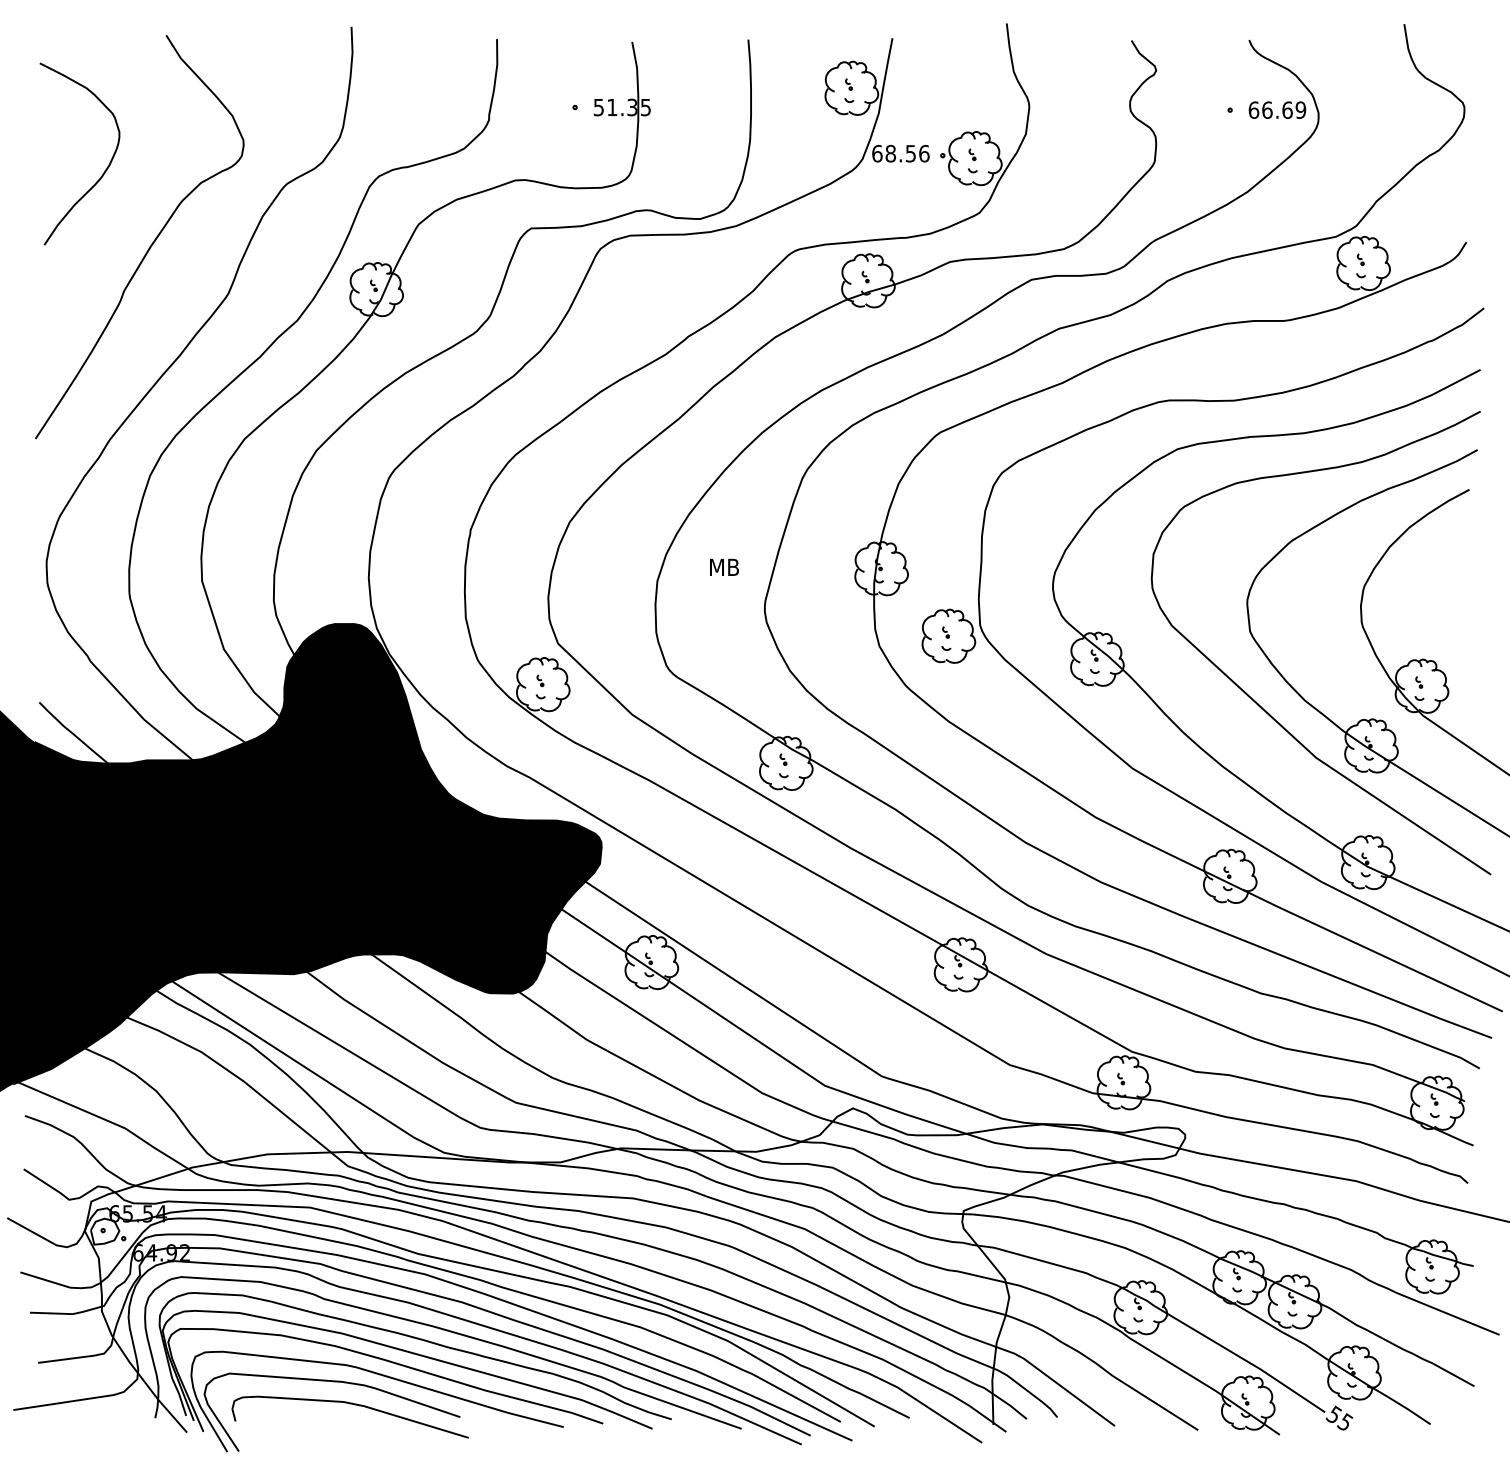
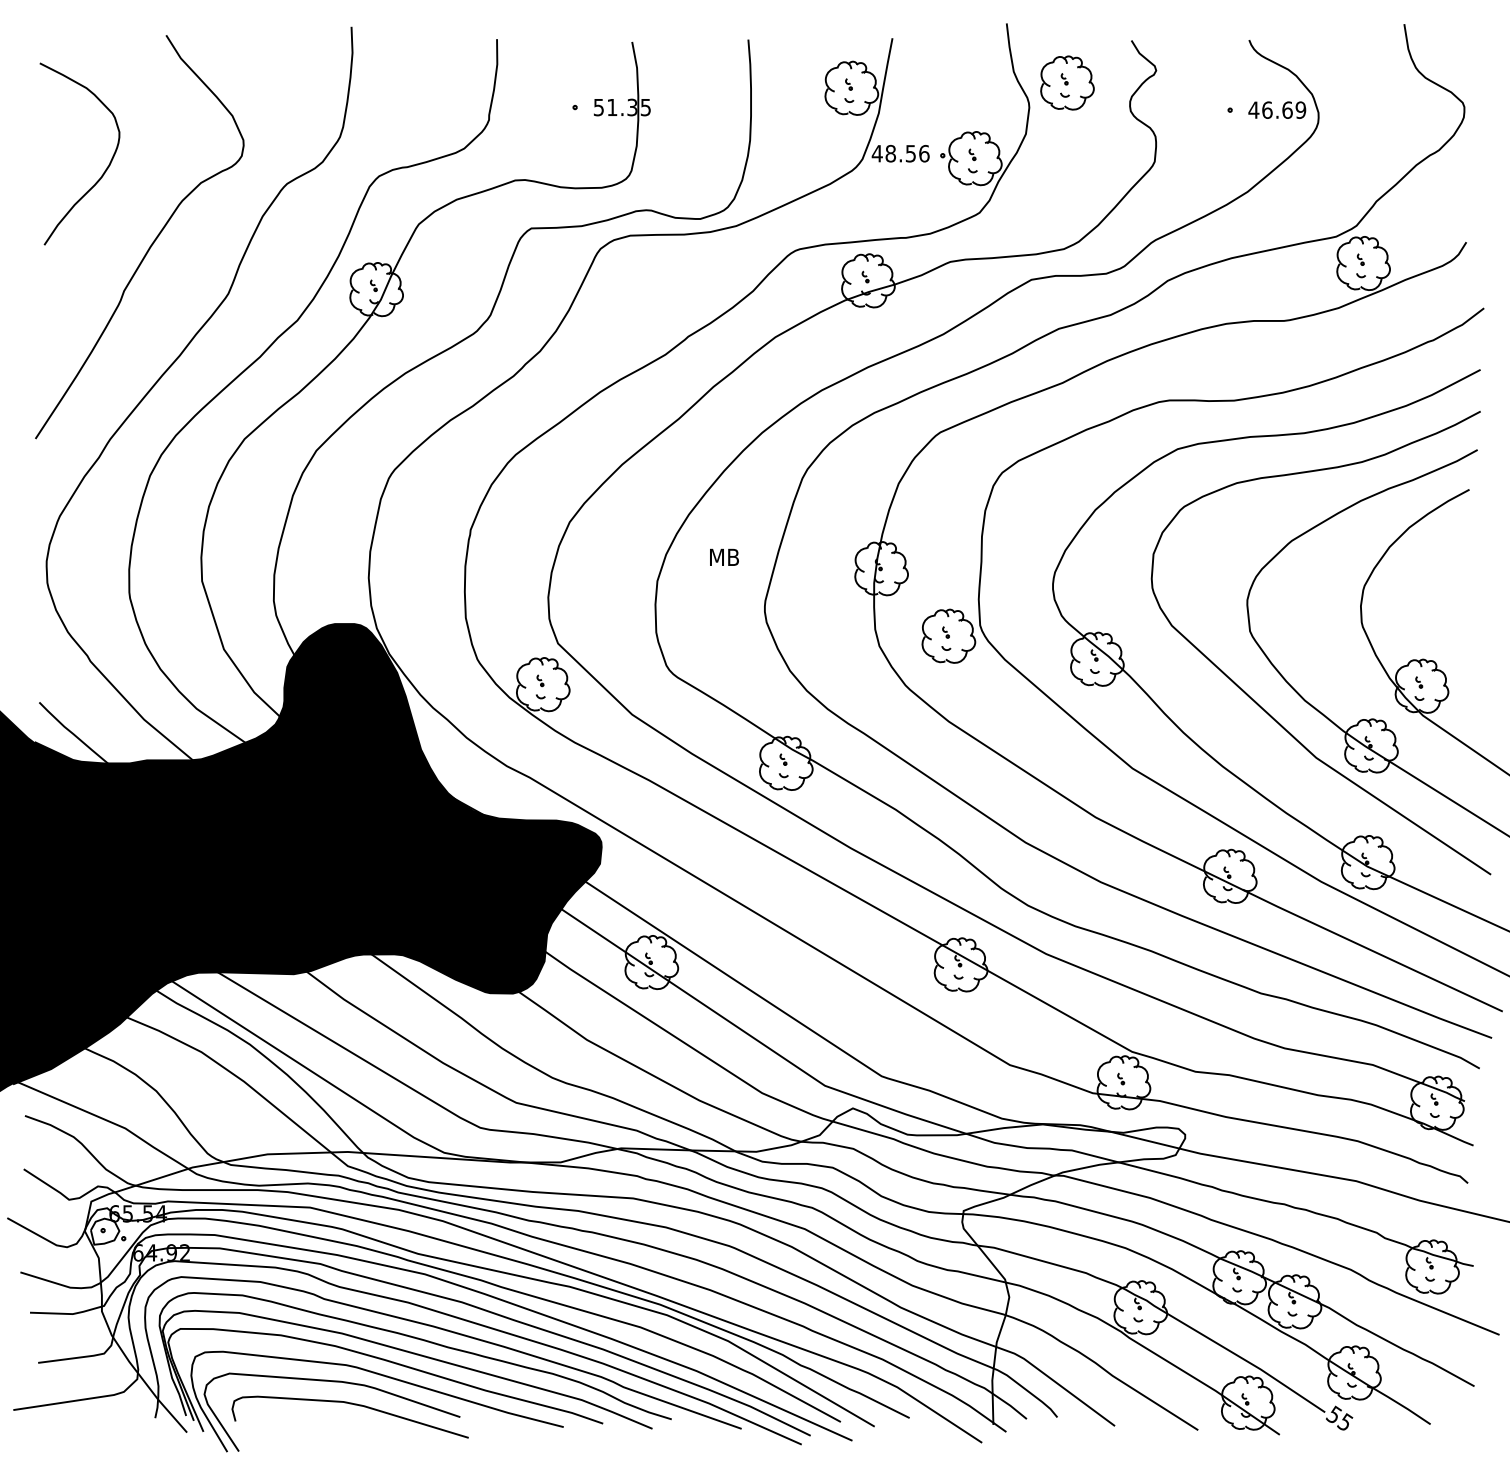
part at (1067, 82): none -> present
text at (1253, 109): 66.69 -> 46.69
text at (876, 153): 68.56 -> 48.56
text at (724, 566) position: (724, 566) -> (724, 556)
